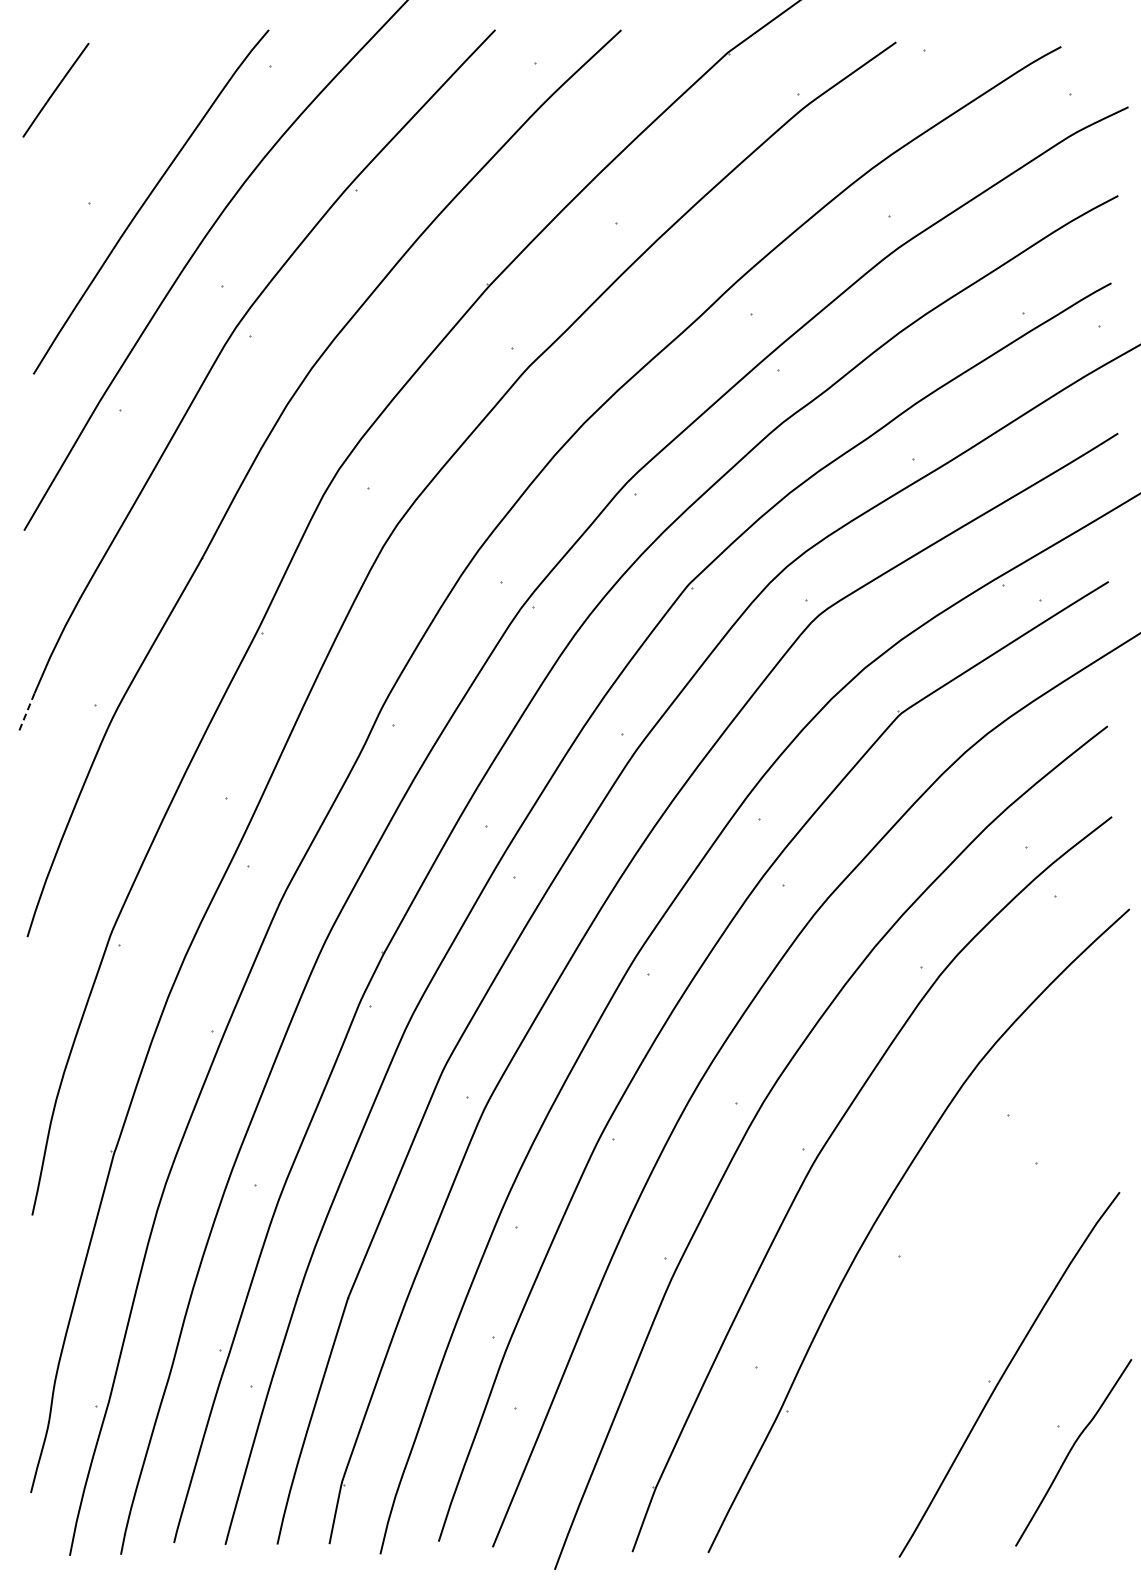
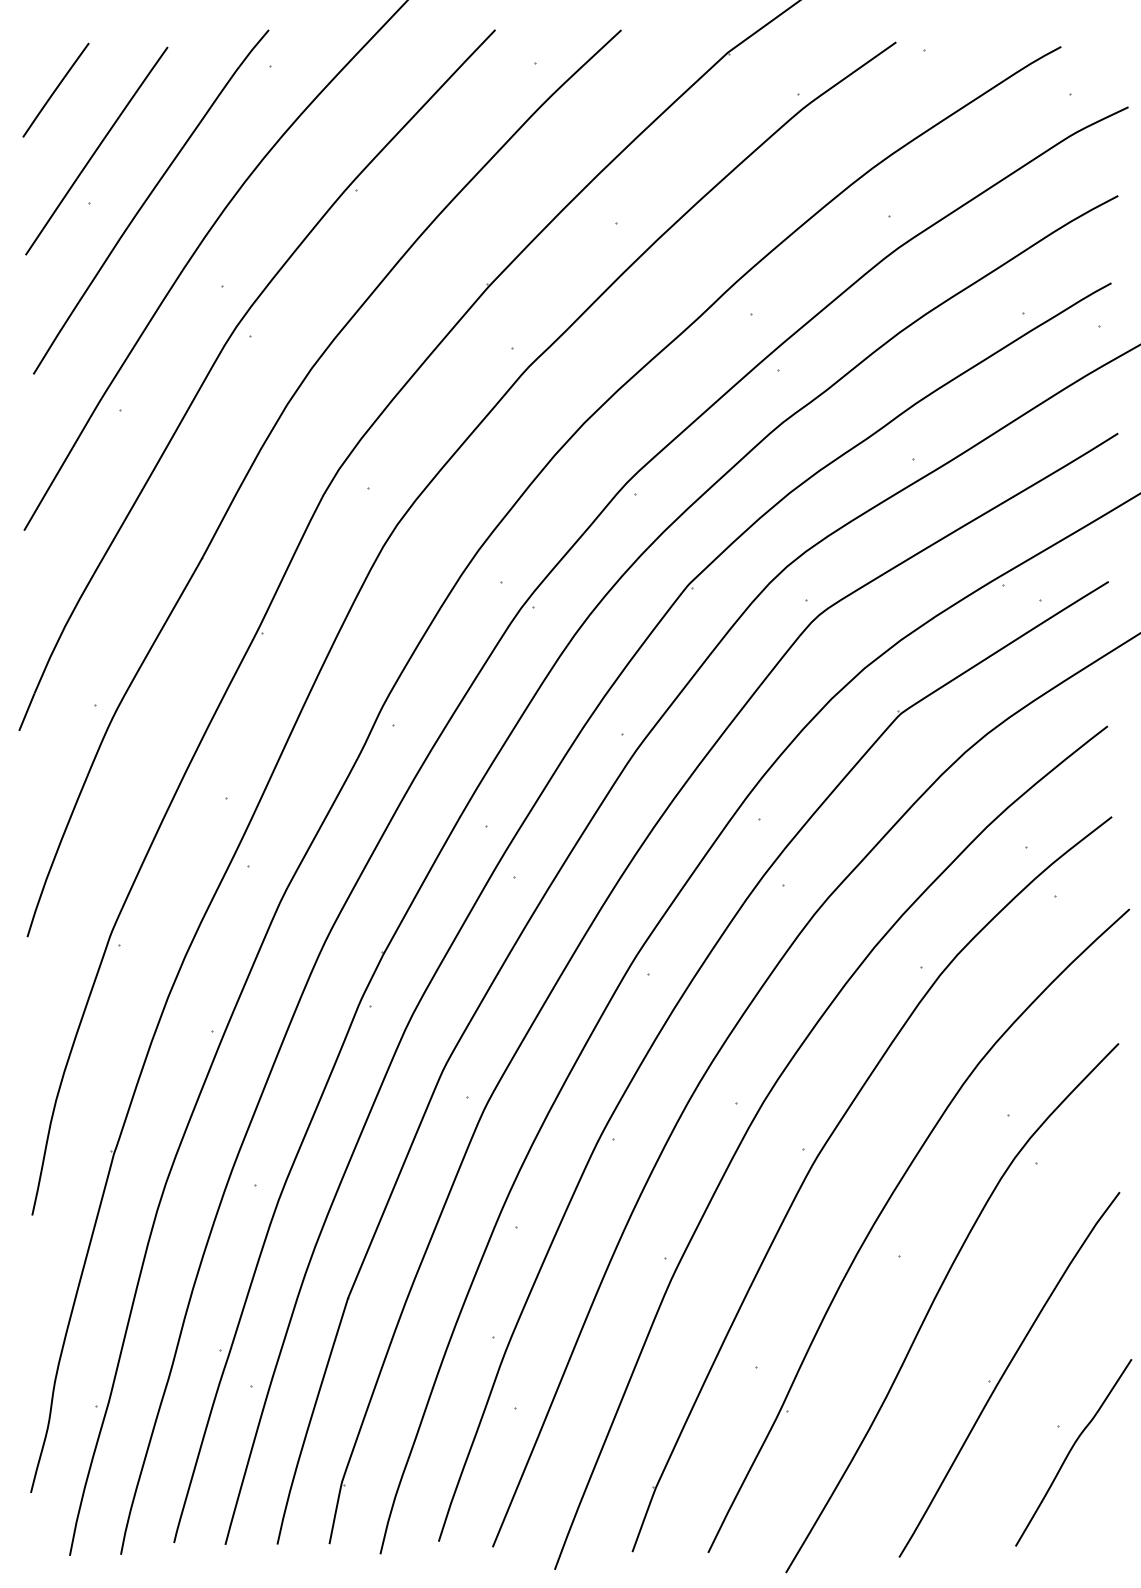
line at (96, 150): none -> present
line at (26, 712): dashed -> solid
curve at (935, 1299): none -> present
